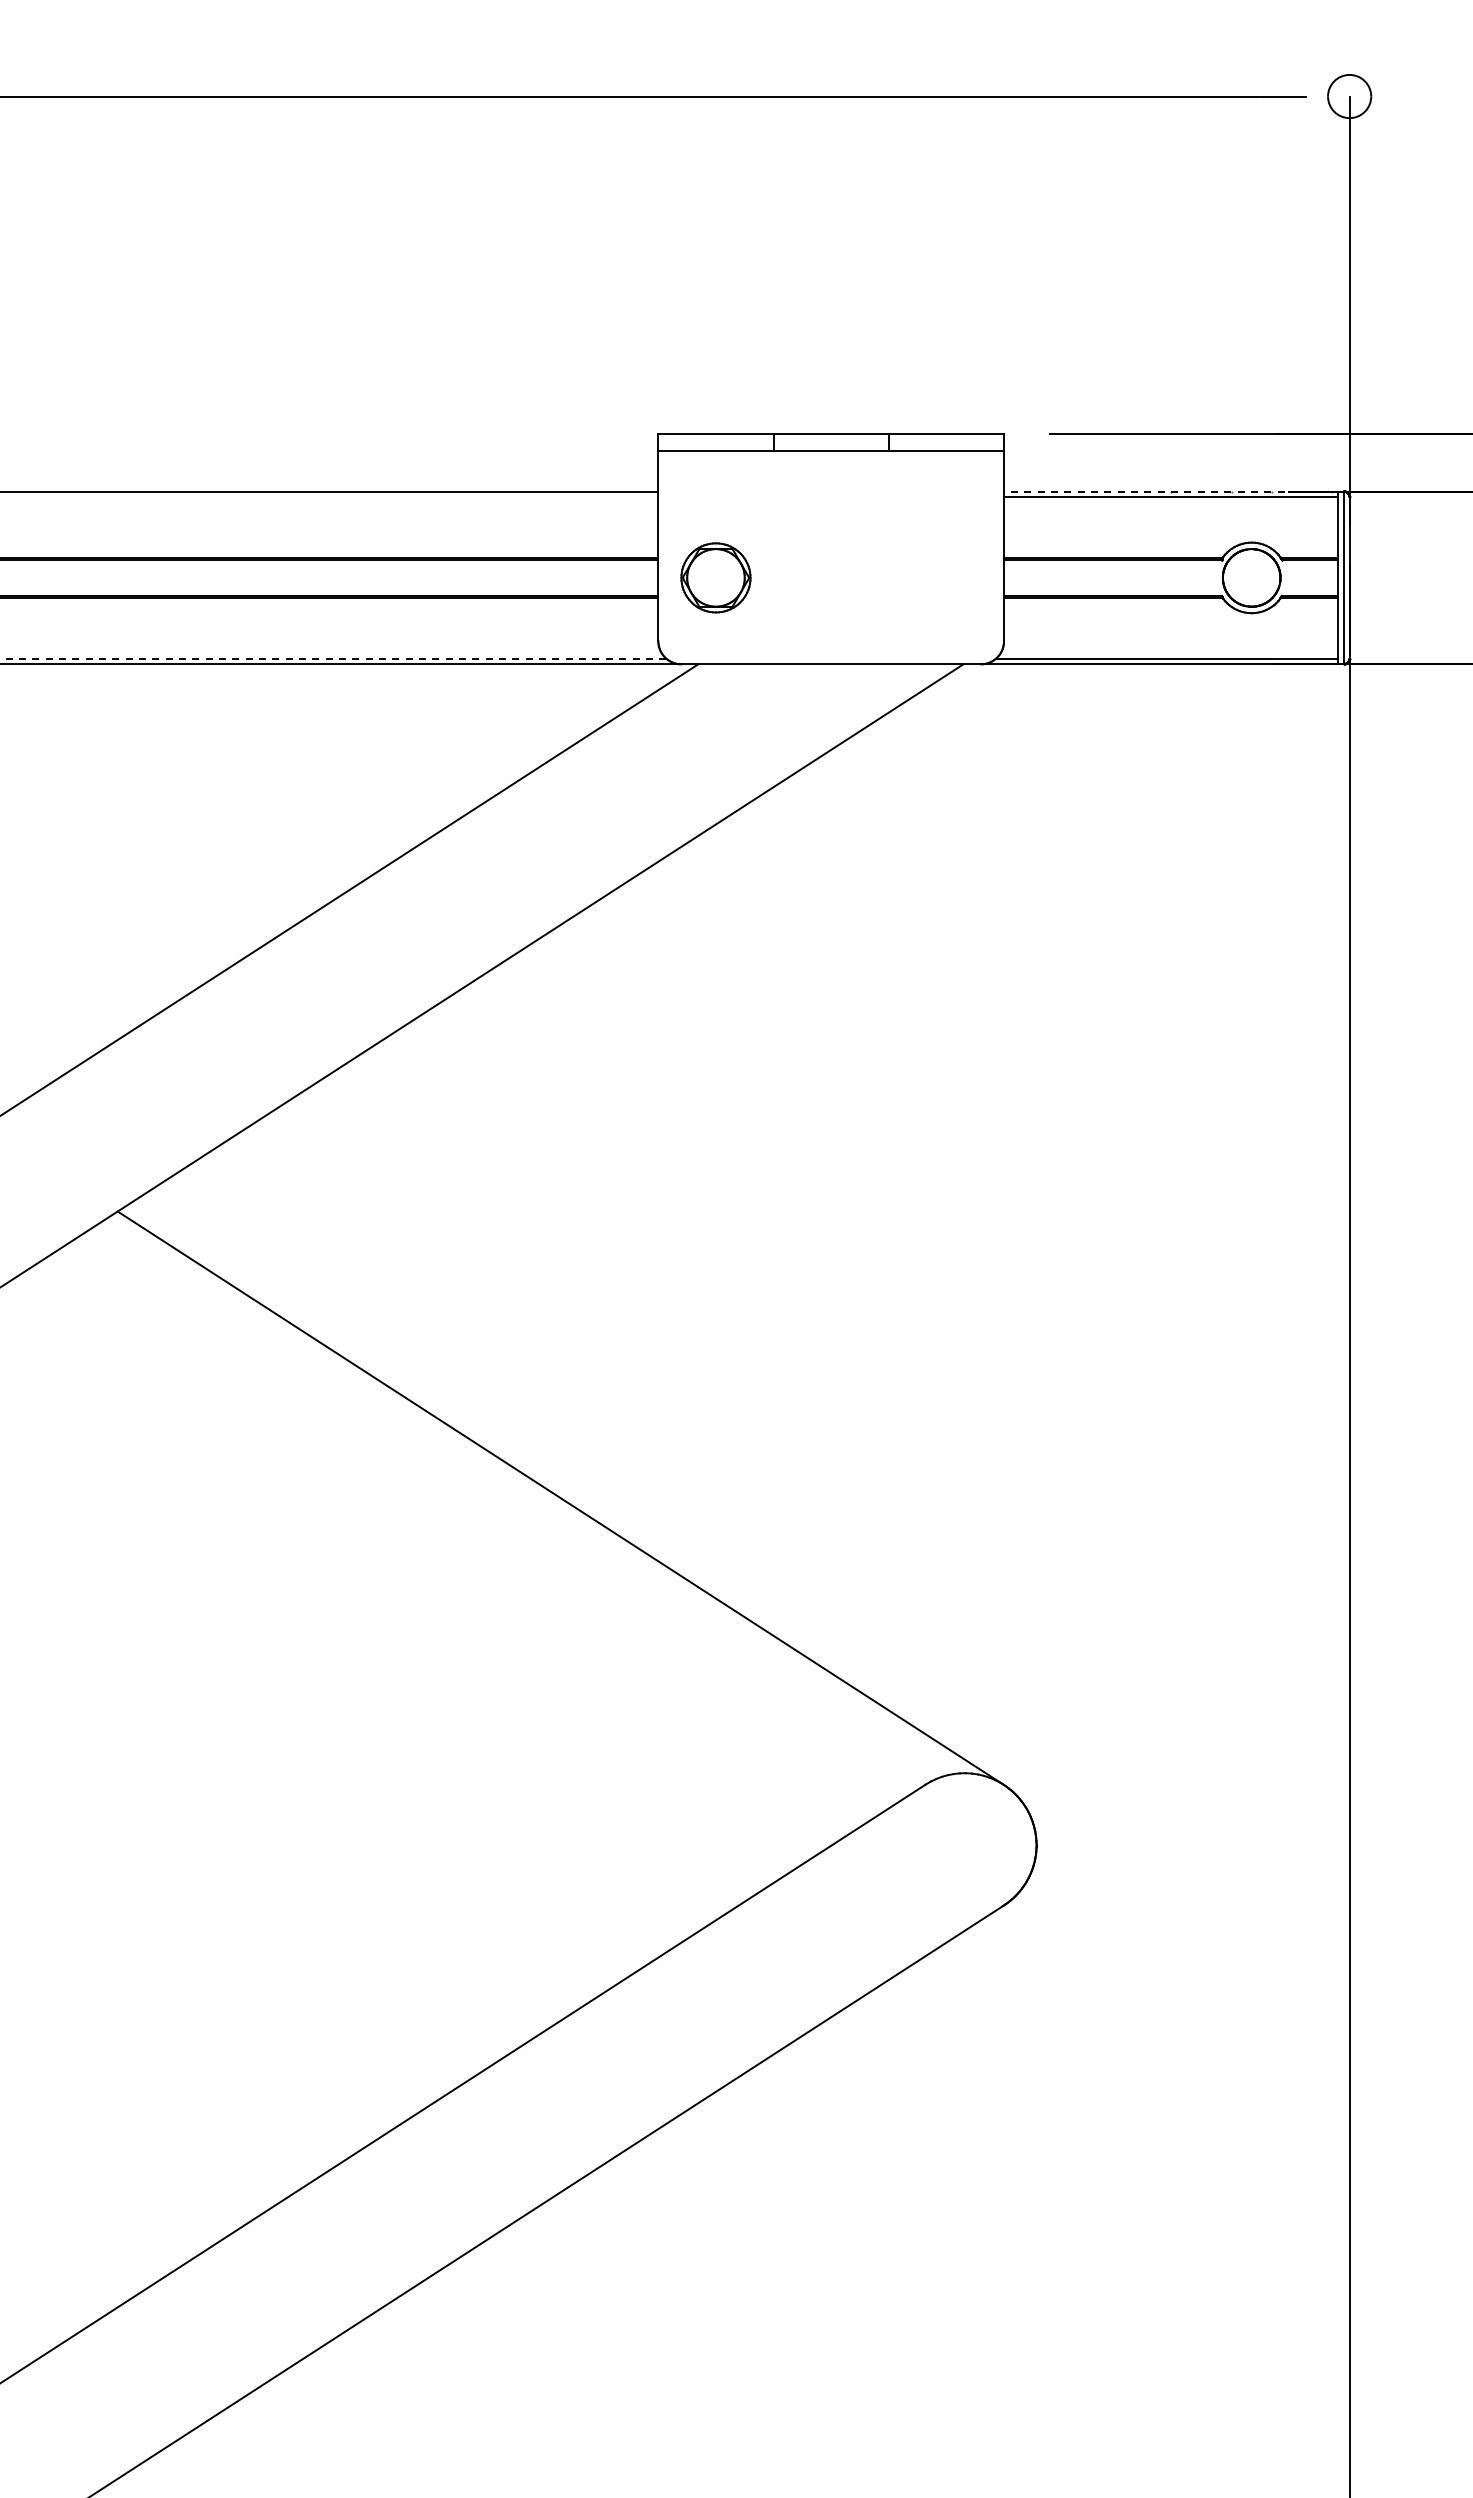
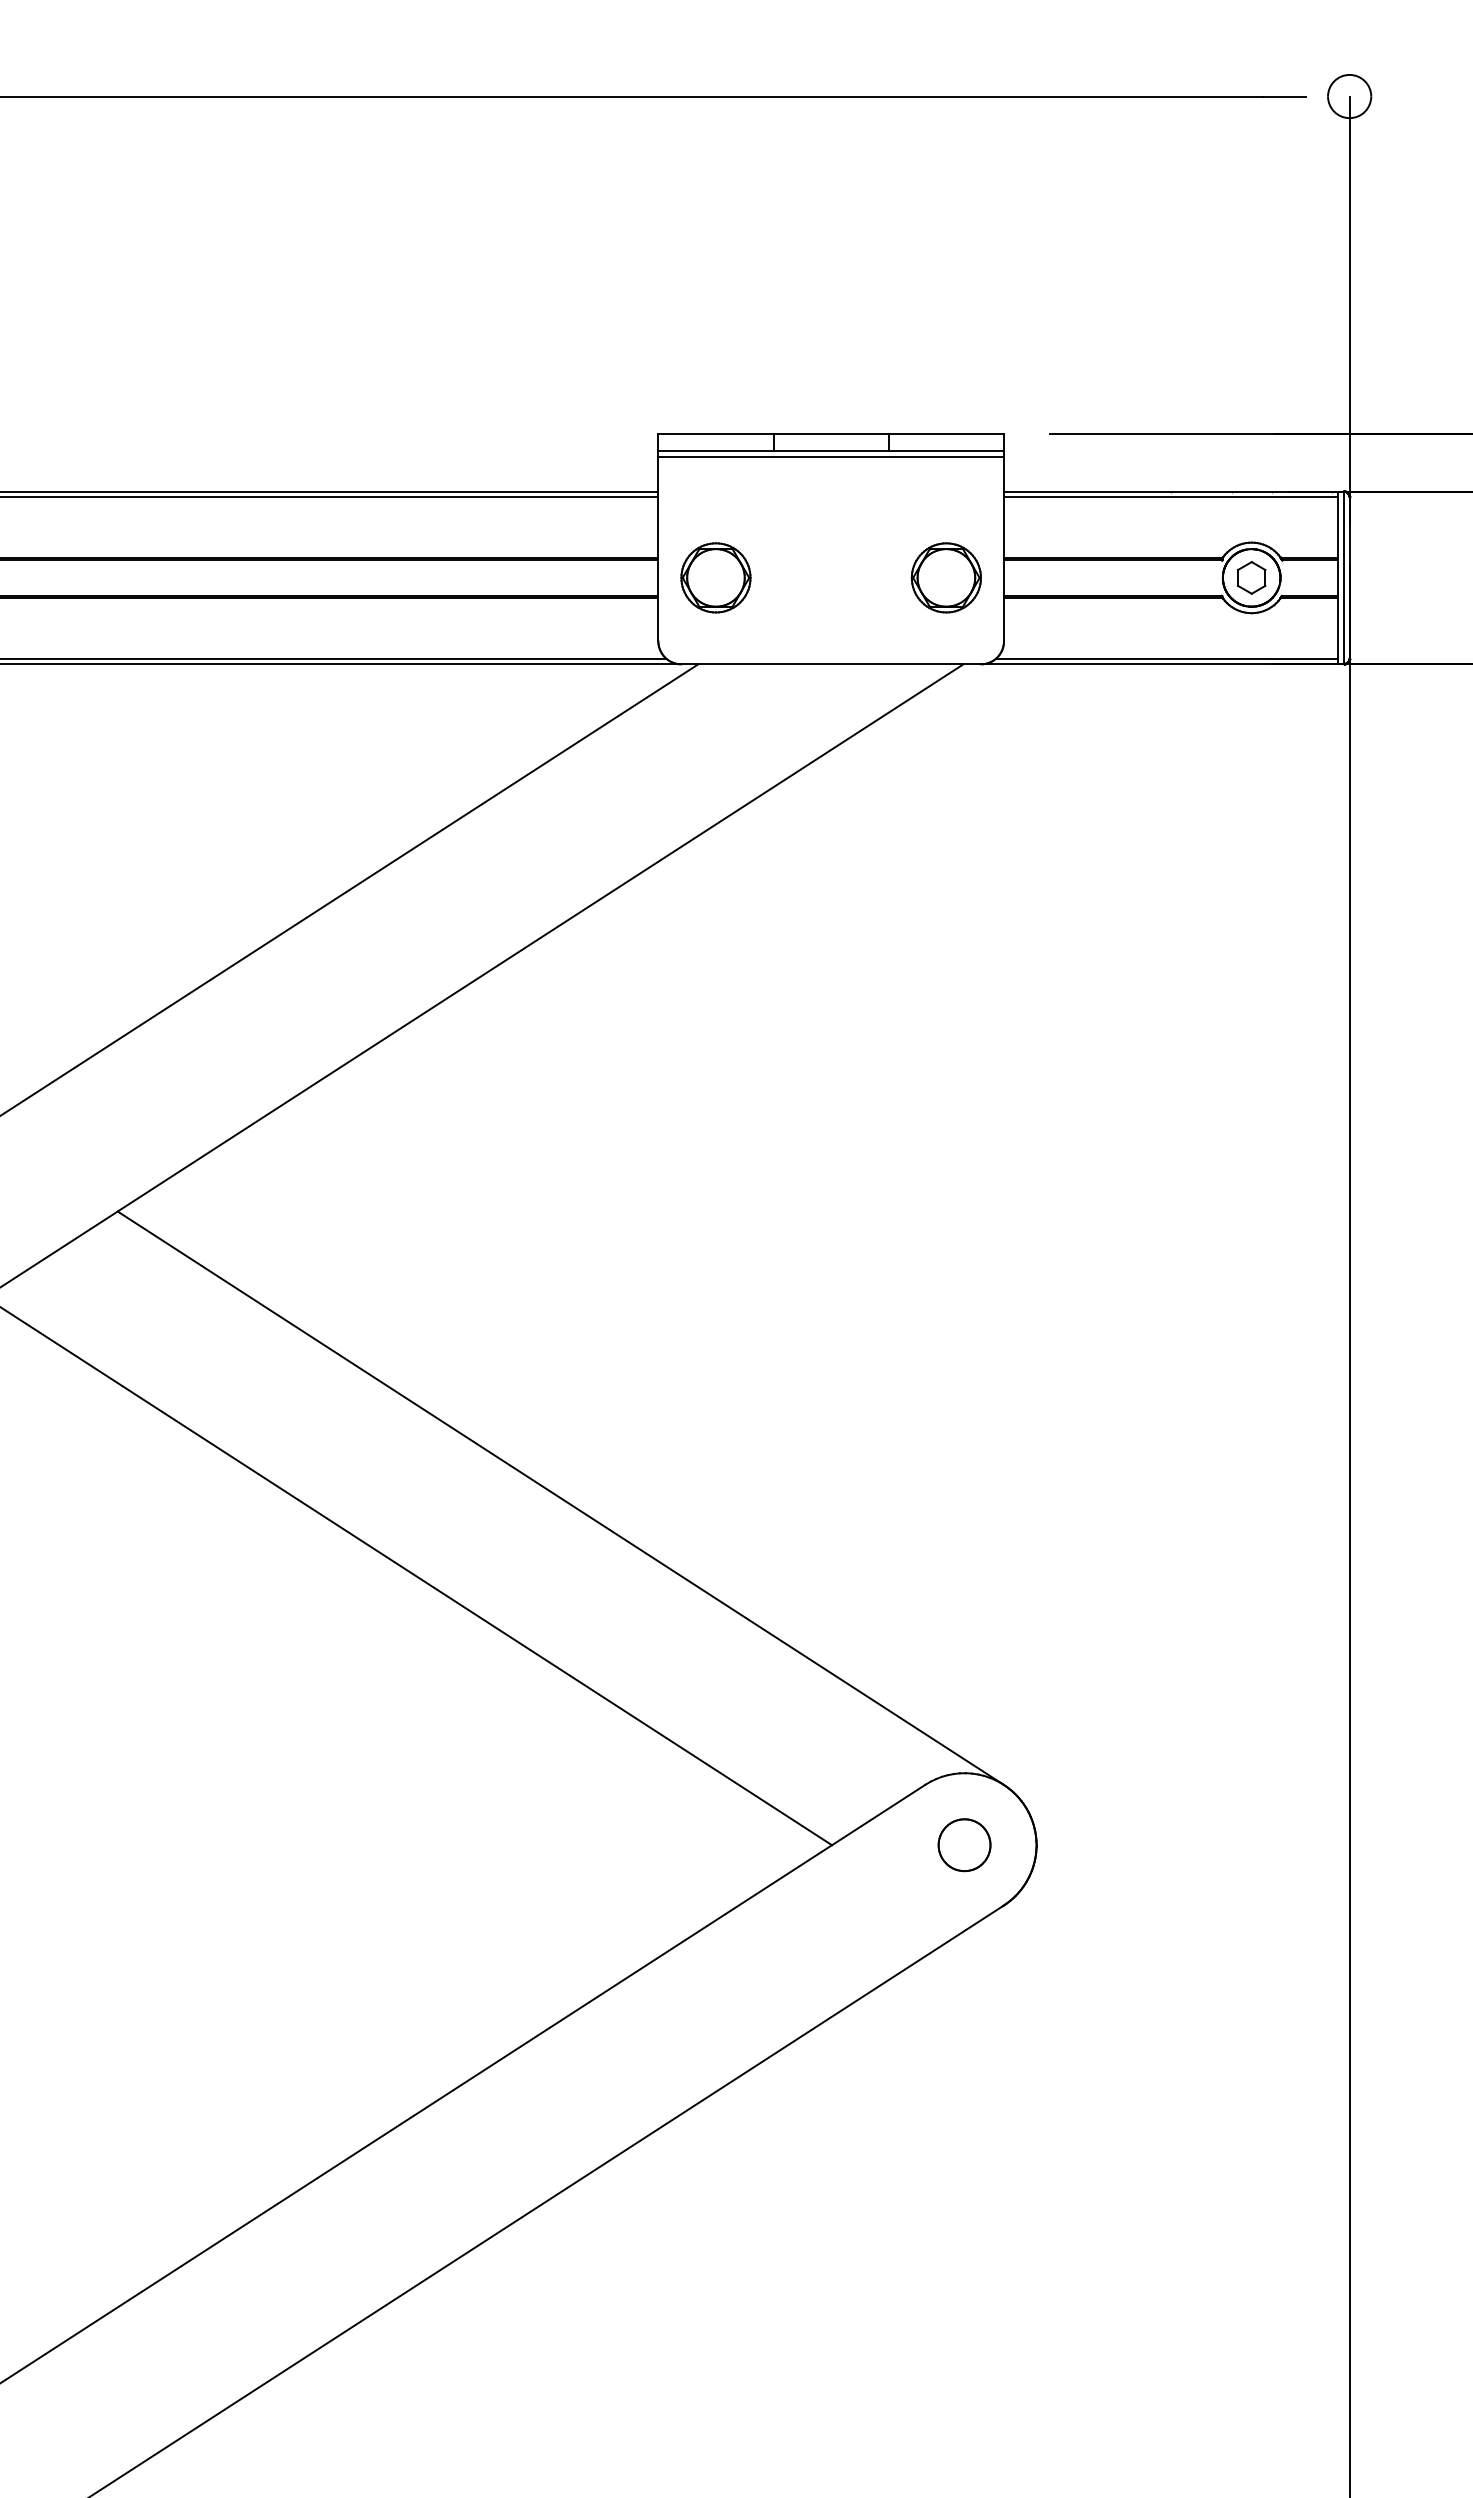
line at (830, 456): none -> present
line at (1170, 491): dashed -> solid
line at (330, 497): none -> present
part at (945, 577): none -> present
part at (1251, 577): none -> present
line at (333, 658): dashed -> solid
line at (417, 1576): none -> present
part at (964, 1845): none -> present
